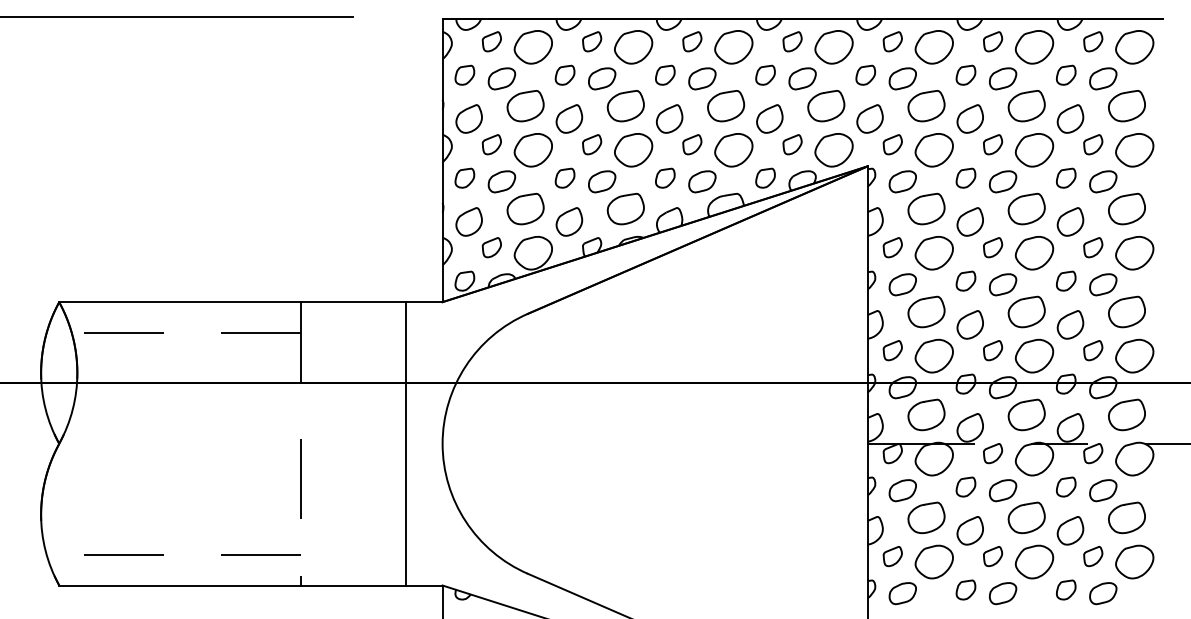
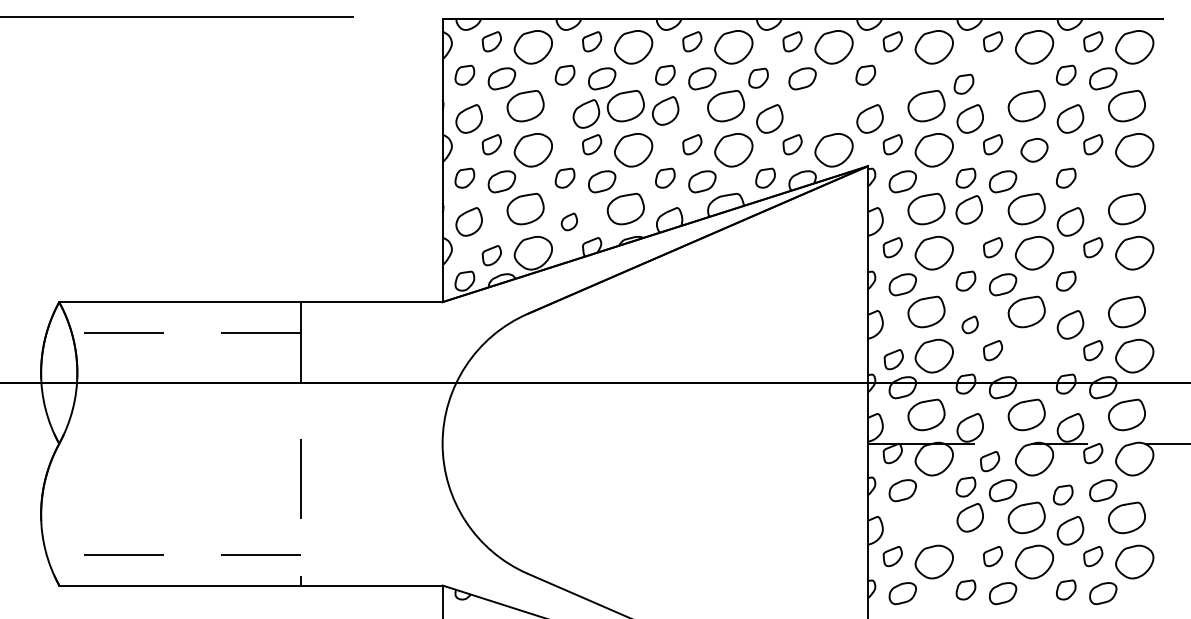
part at (765, 74) position: (765, 74) -> (758, 77)
part at (965, 74) position: (965, 74) -> (963, 83)
part at (902, 78): present -> none
part at (1003, 78): present -> none
curve at (822, 94): present -> none
part at (569, 118) position: (569, 118) -> (586, 113)
part at (669, 118) position: (669, 118) -> (665, 110)
part at (1034, 150) size: 41x35 px -> 29x25 px
part at (1103, 181): present -> none
part at (569, 221) size: 29x30 px -> 18x20 px
part at (969, 221) position: (969, 221) -> (968, 209)
part at (491, 247) position: (491, 247) -> (491, 255)
part at (1103, 284): present -> none
part at (969, 324) size: 28x30 px -> 18x20 px
part at (892, 350) position: (892, 350) -> (893, 359)
part at (1034, 355): present -> none
line at (406, 443): present -> none
part at (993, 453) position: (993, 453) -> (990, 461)
part at (1066, 486) position: (1066, 486) -> (1063, 494)
curve at (922, 506): present -> none
part at (969, 530) position: (969, 530) -> (969, 517)
